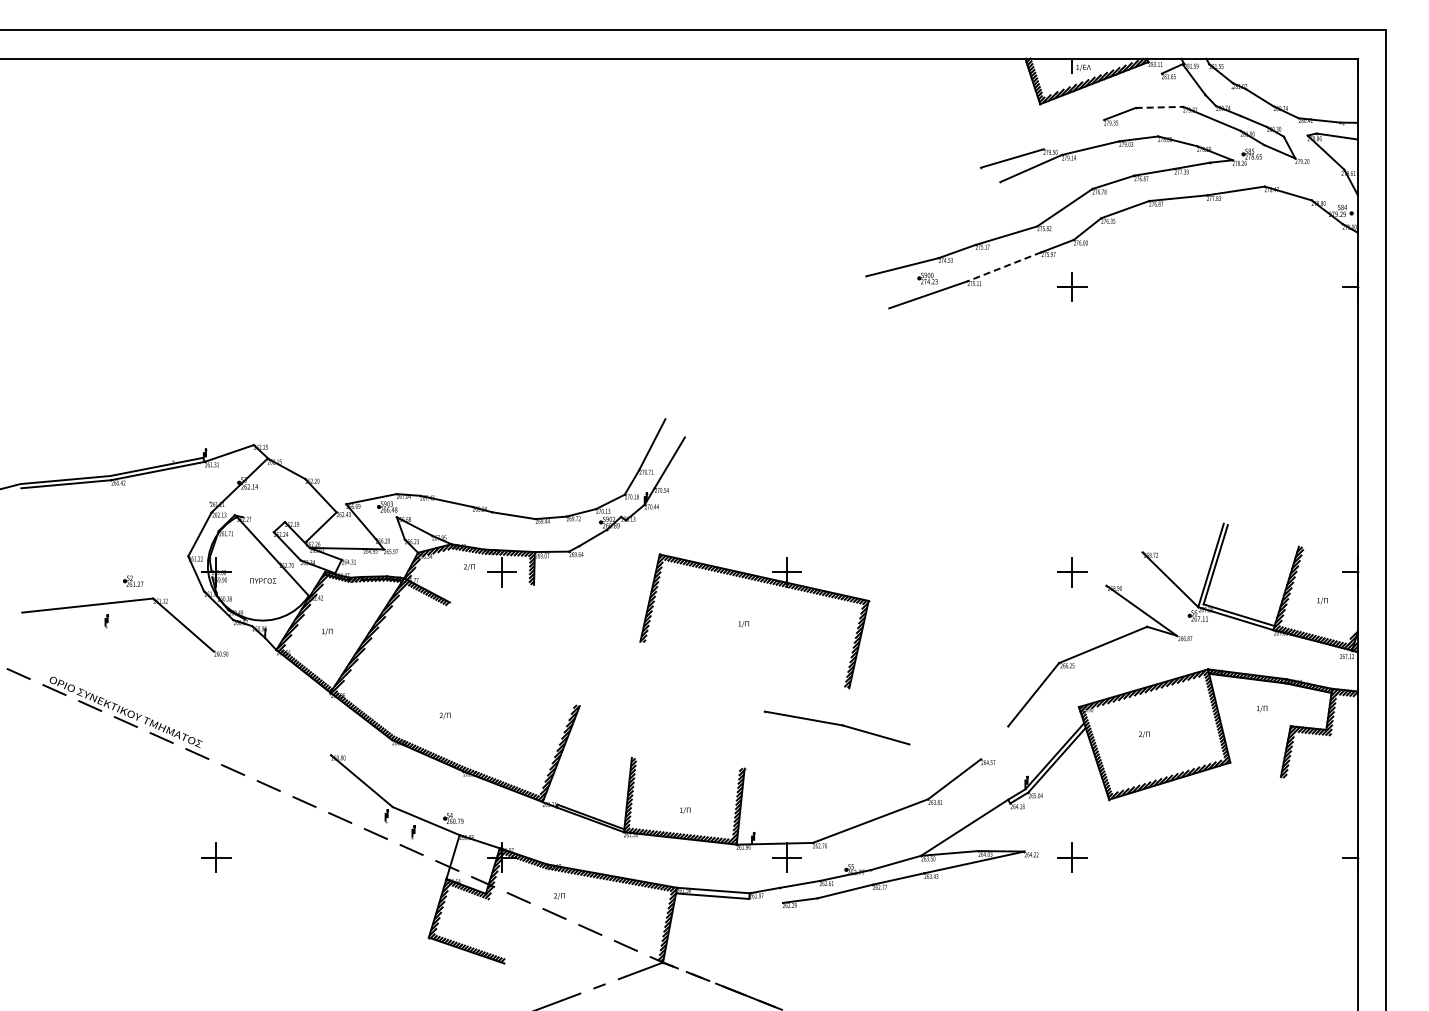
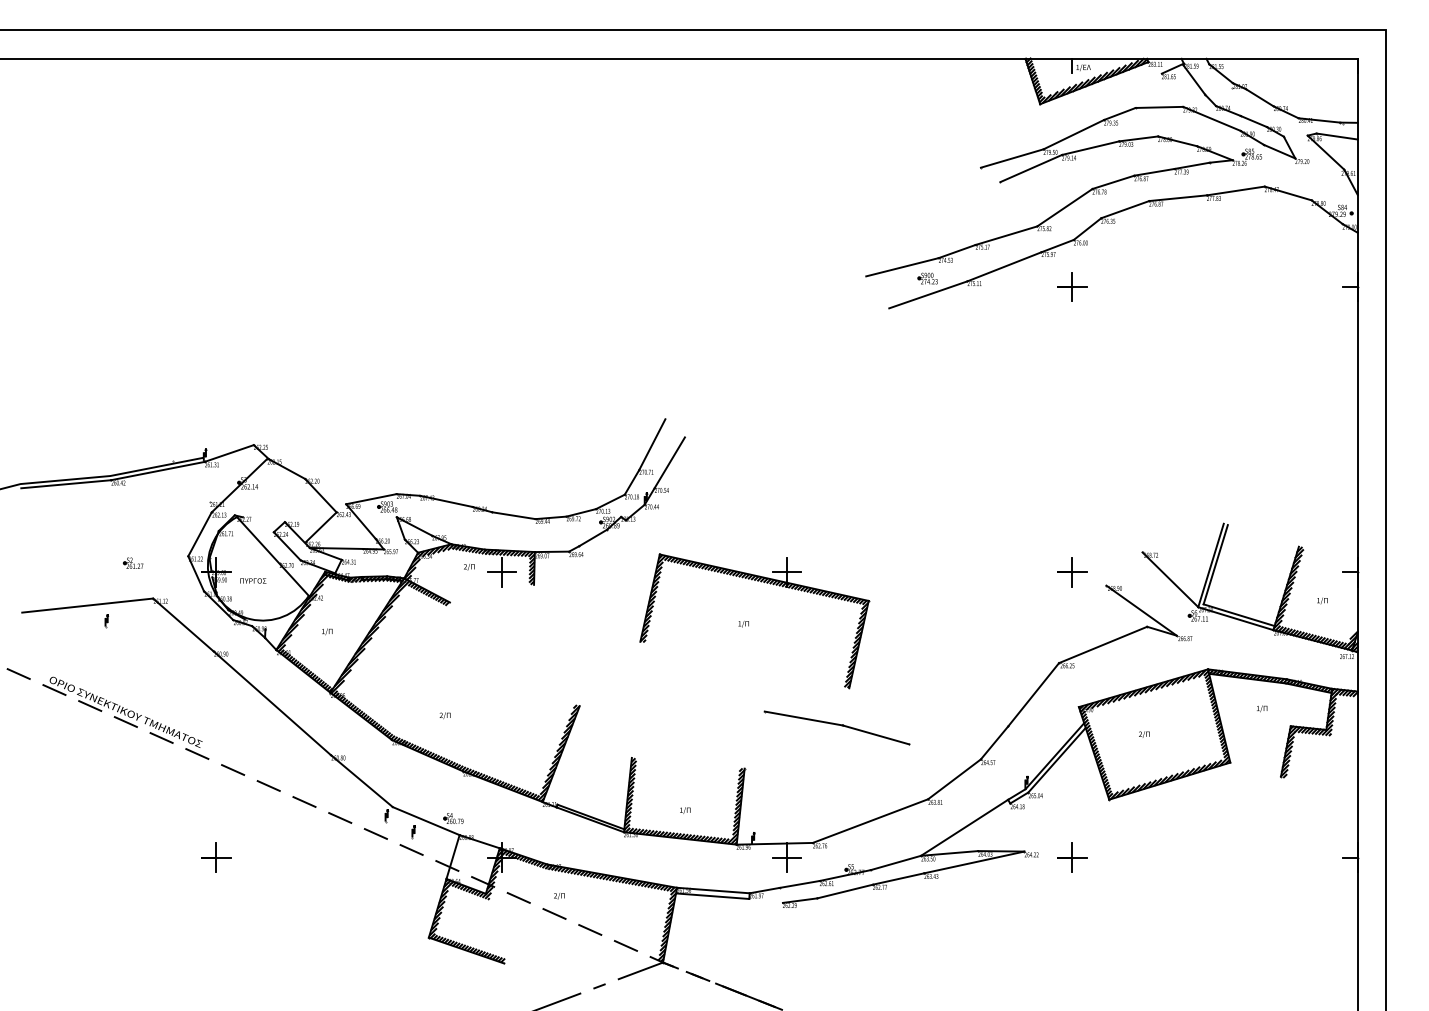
line at (1159, 107): dashed -> solid
line at (1073, 134): none -> present
line at (1004, 266): dashed -> solid
part at (133, 580) position: (133, 580) -> (133, 562)
text at (263, 580) position: (263, 580) -> (253, 580)
line at (271, 703): none -> present
line at (994, 742): none -> present
